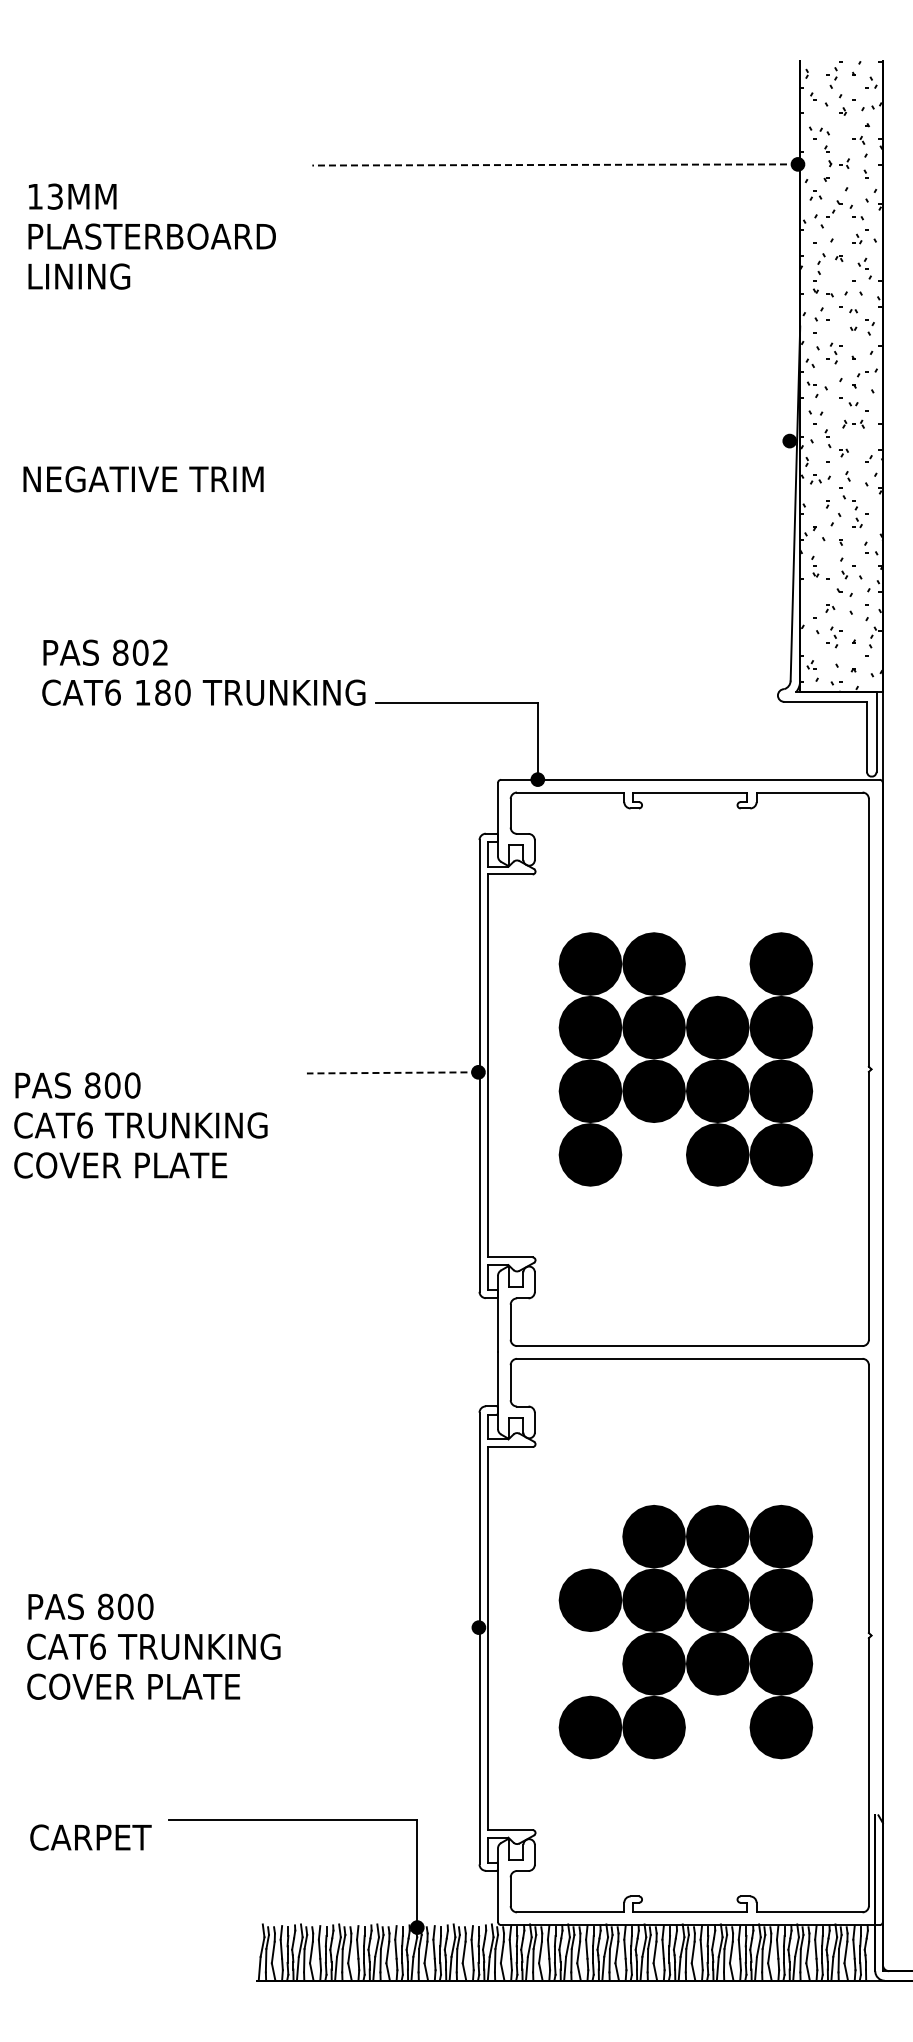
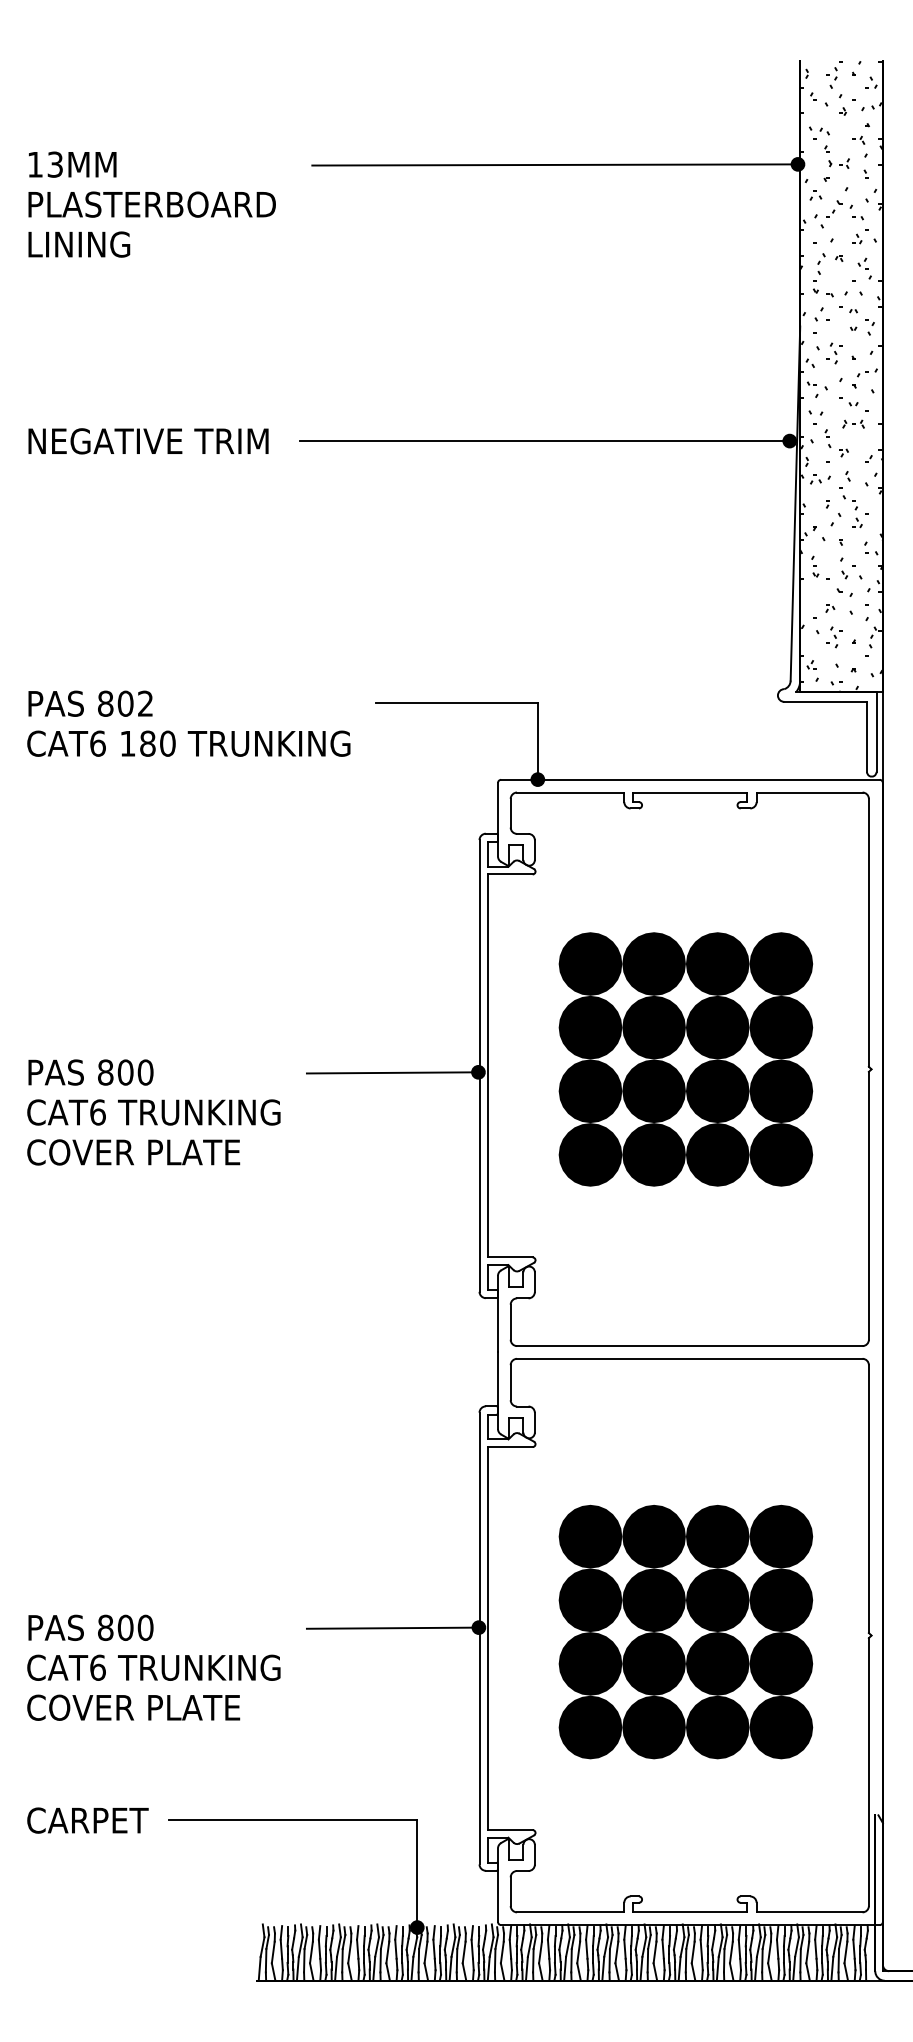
line at (555, 164): dashed -> solid
text at (151, 236) position: (151, 236) -> (151, 204)
line at (544, 441): none -> present
text at (143, 479) position: (143, 479) -> (148, 441)
text at (203, 672) position: (203, 672) -> (188, 723)
fill at (717, 963): none -> present
line at (392, 1072): dashed -> solid
text at (140, 1125) position: (140, 1125) -> (153, 1112)
fill at (653, 1154): none -> present
fill at (590, 1536): none -> present
line at (392, 1627): none -> present
text at (153, 1646) position: (153, 1646) -> (153, 1667)
fill at (590, 1663): none -> present
fill at (717, 1727): none -> present
text at (90, 1837) position: (90, 1837) -> (87, 1820)
